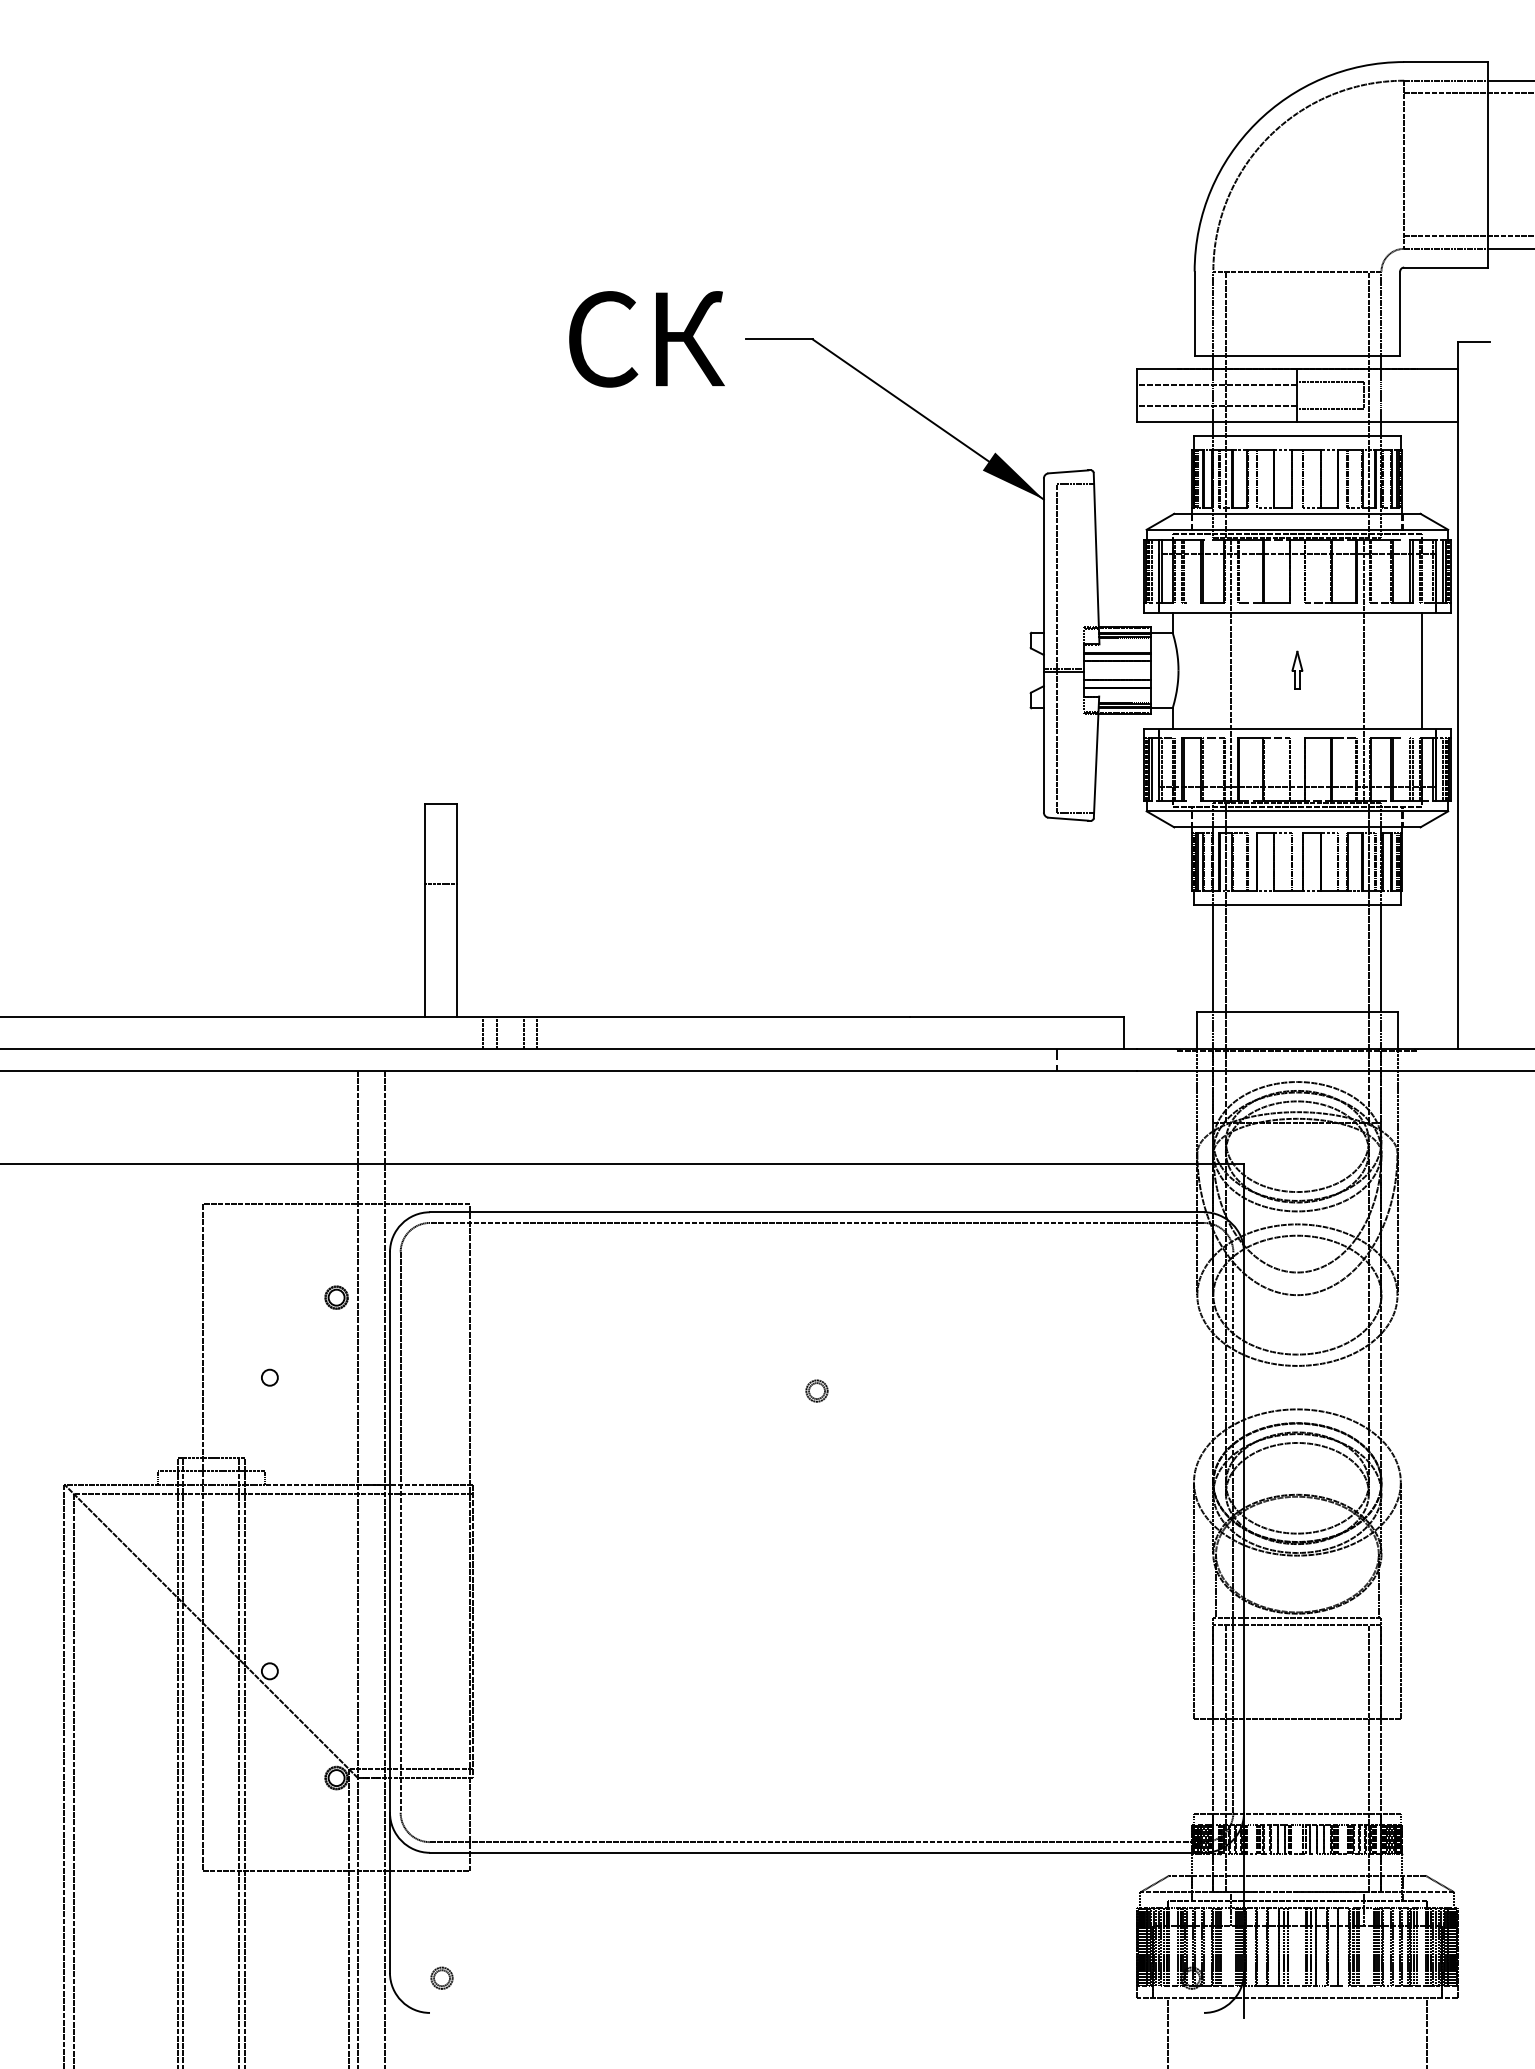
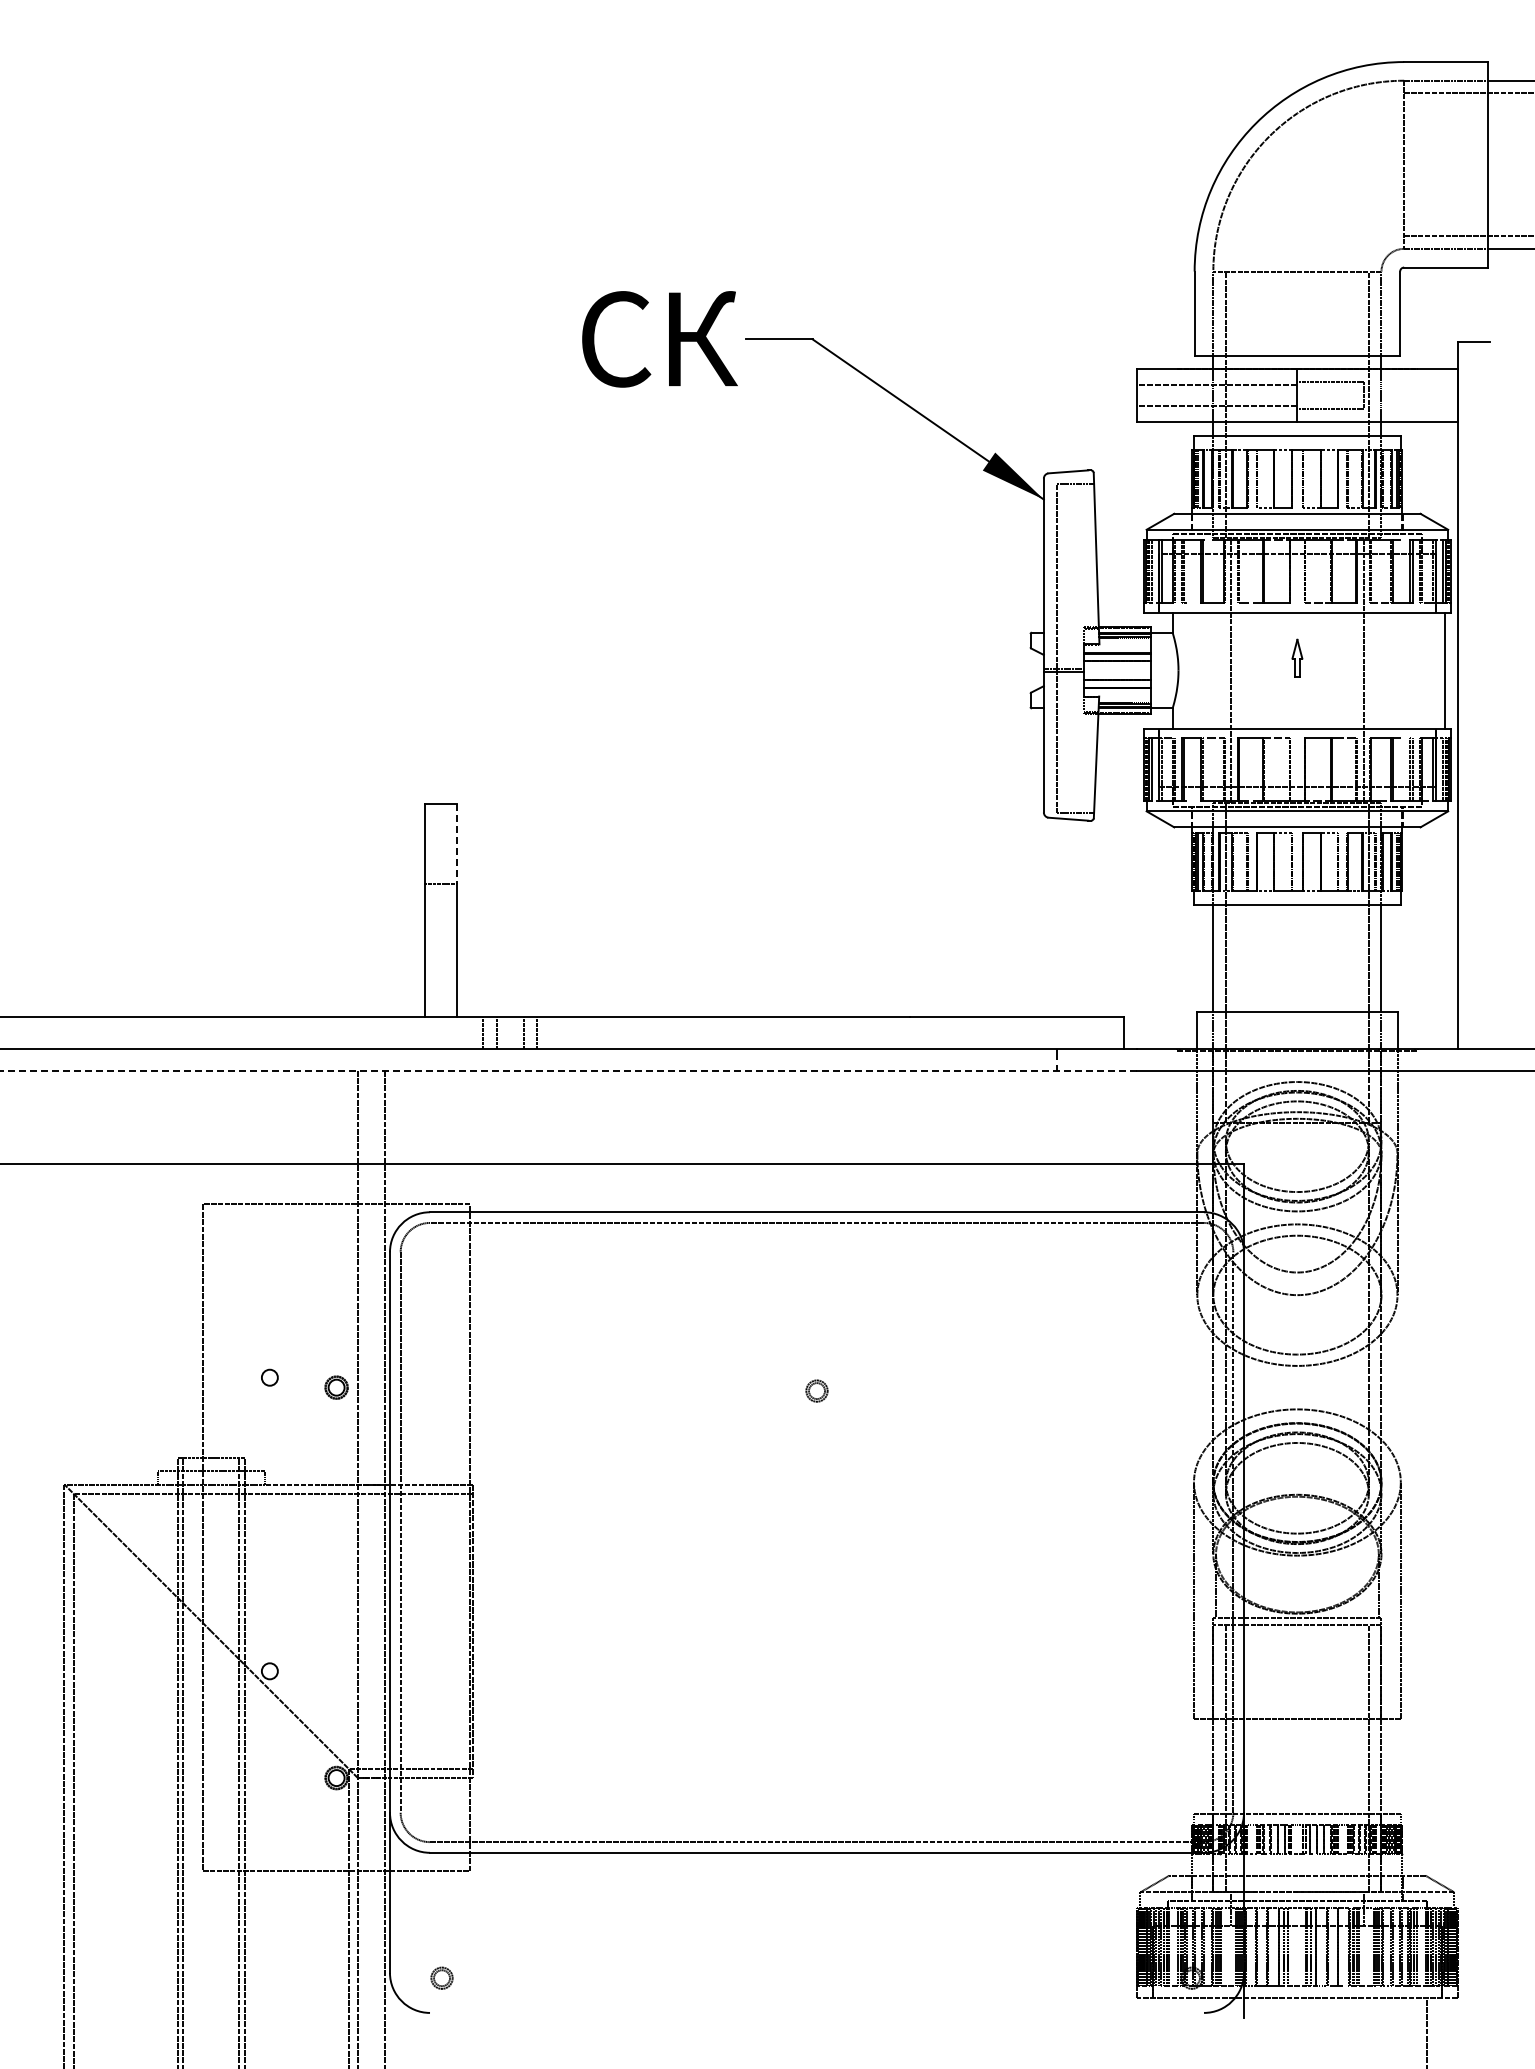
text at (646, 339) position: (646, 339) -> (659, 339)
part at (1297, 669) position: (1297, 669) -> (1297, 657)
line at (1422, 670) position: (1422, 670) -> (1445, 670)
line at (456, 844): solid -> dashed
line at (569, 1070): solid -> dashed
part at (336, 1297) position: (336, 1297) -> (336, 1387)
line at (1167, 2031): present -> none
